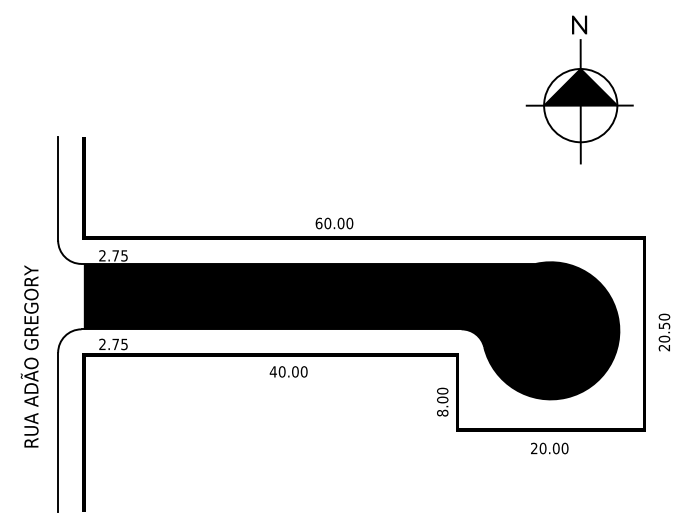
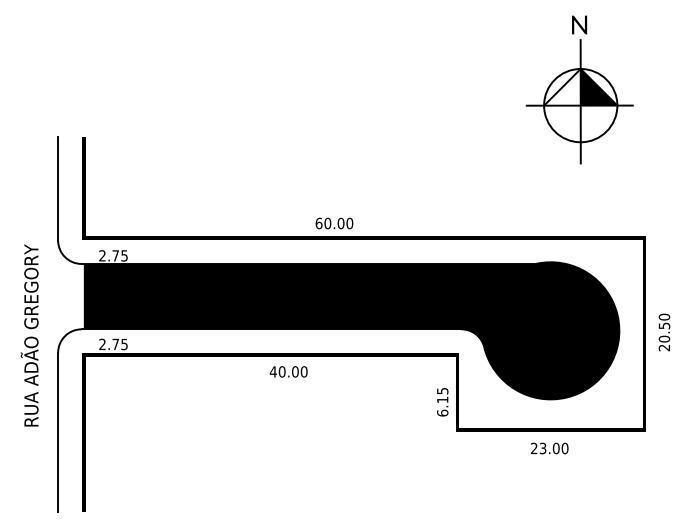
fill at (562, 87): present -> none
text at (29, 356) position: (29, 356) -> (29, 335)
text at (442, 401): 8.00 -> 6.15
text at (542, 448): 20.00 -> 23.00
